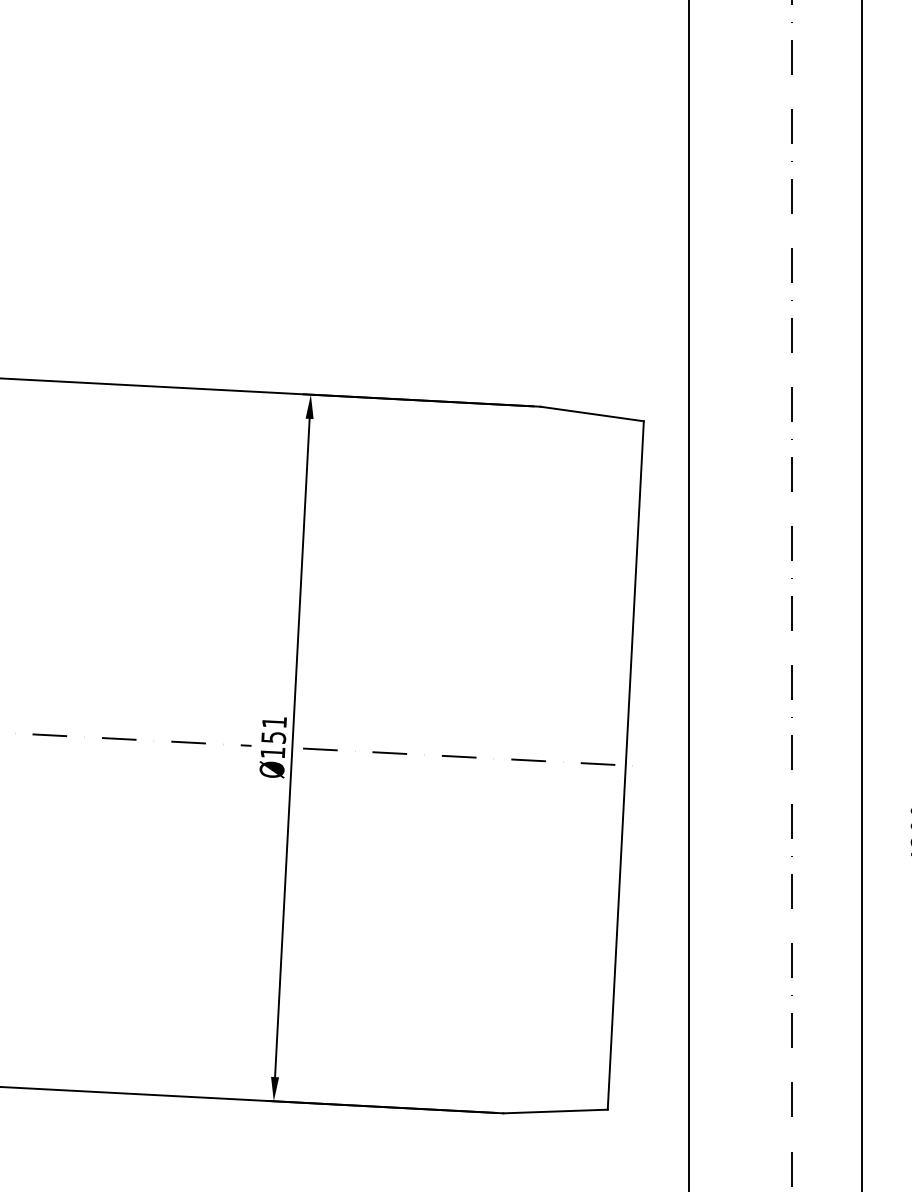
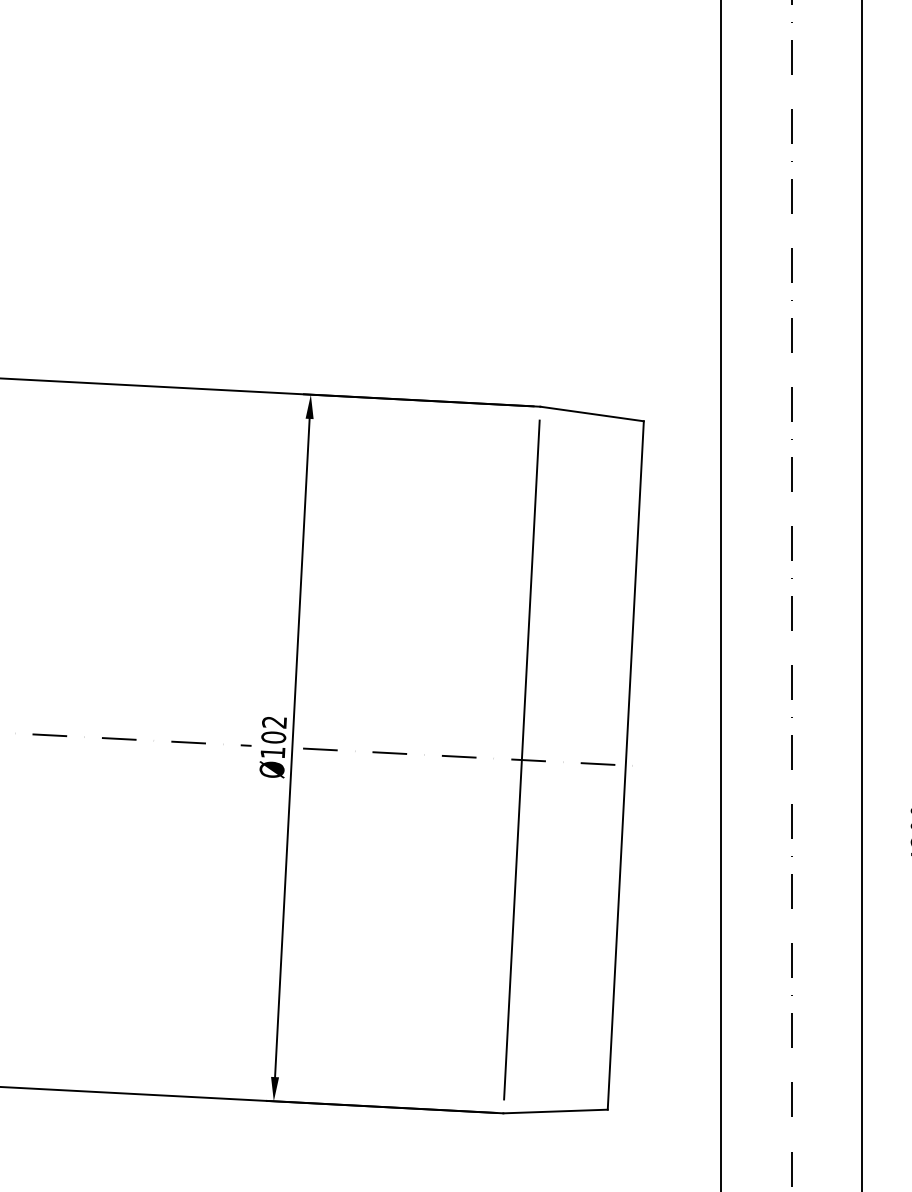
line at (688, 595) position: (688, 595) -> (720, 595)
text at (273, 730): Ø151 -> Ø102
line at (521, 759): none -> present
